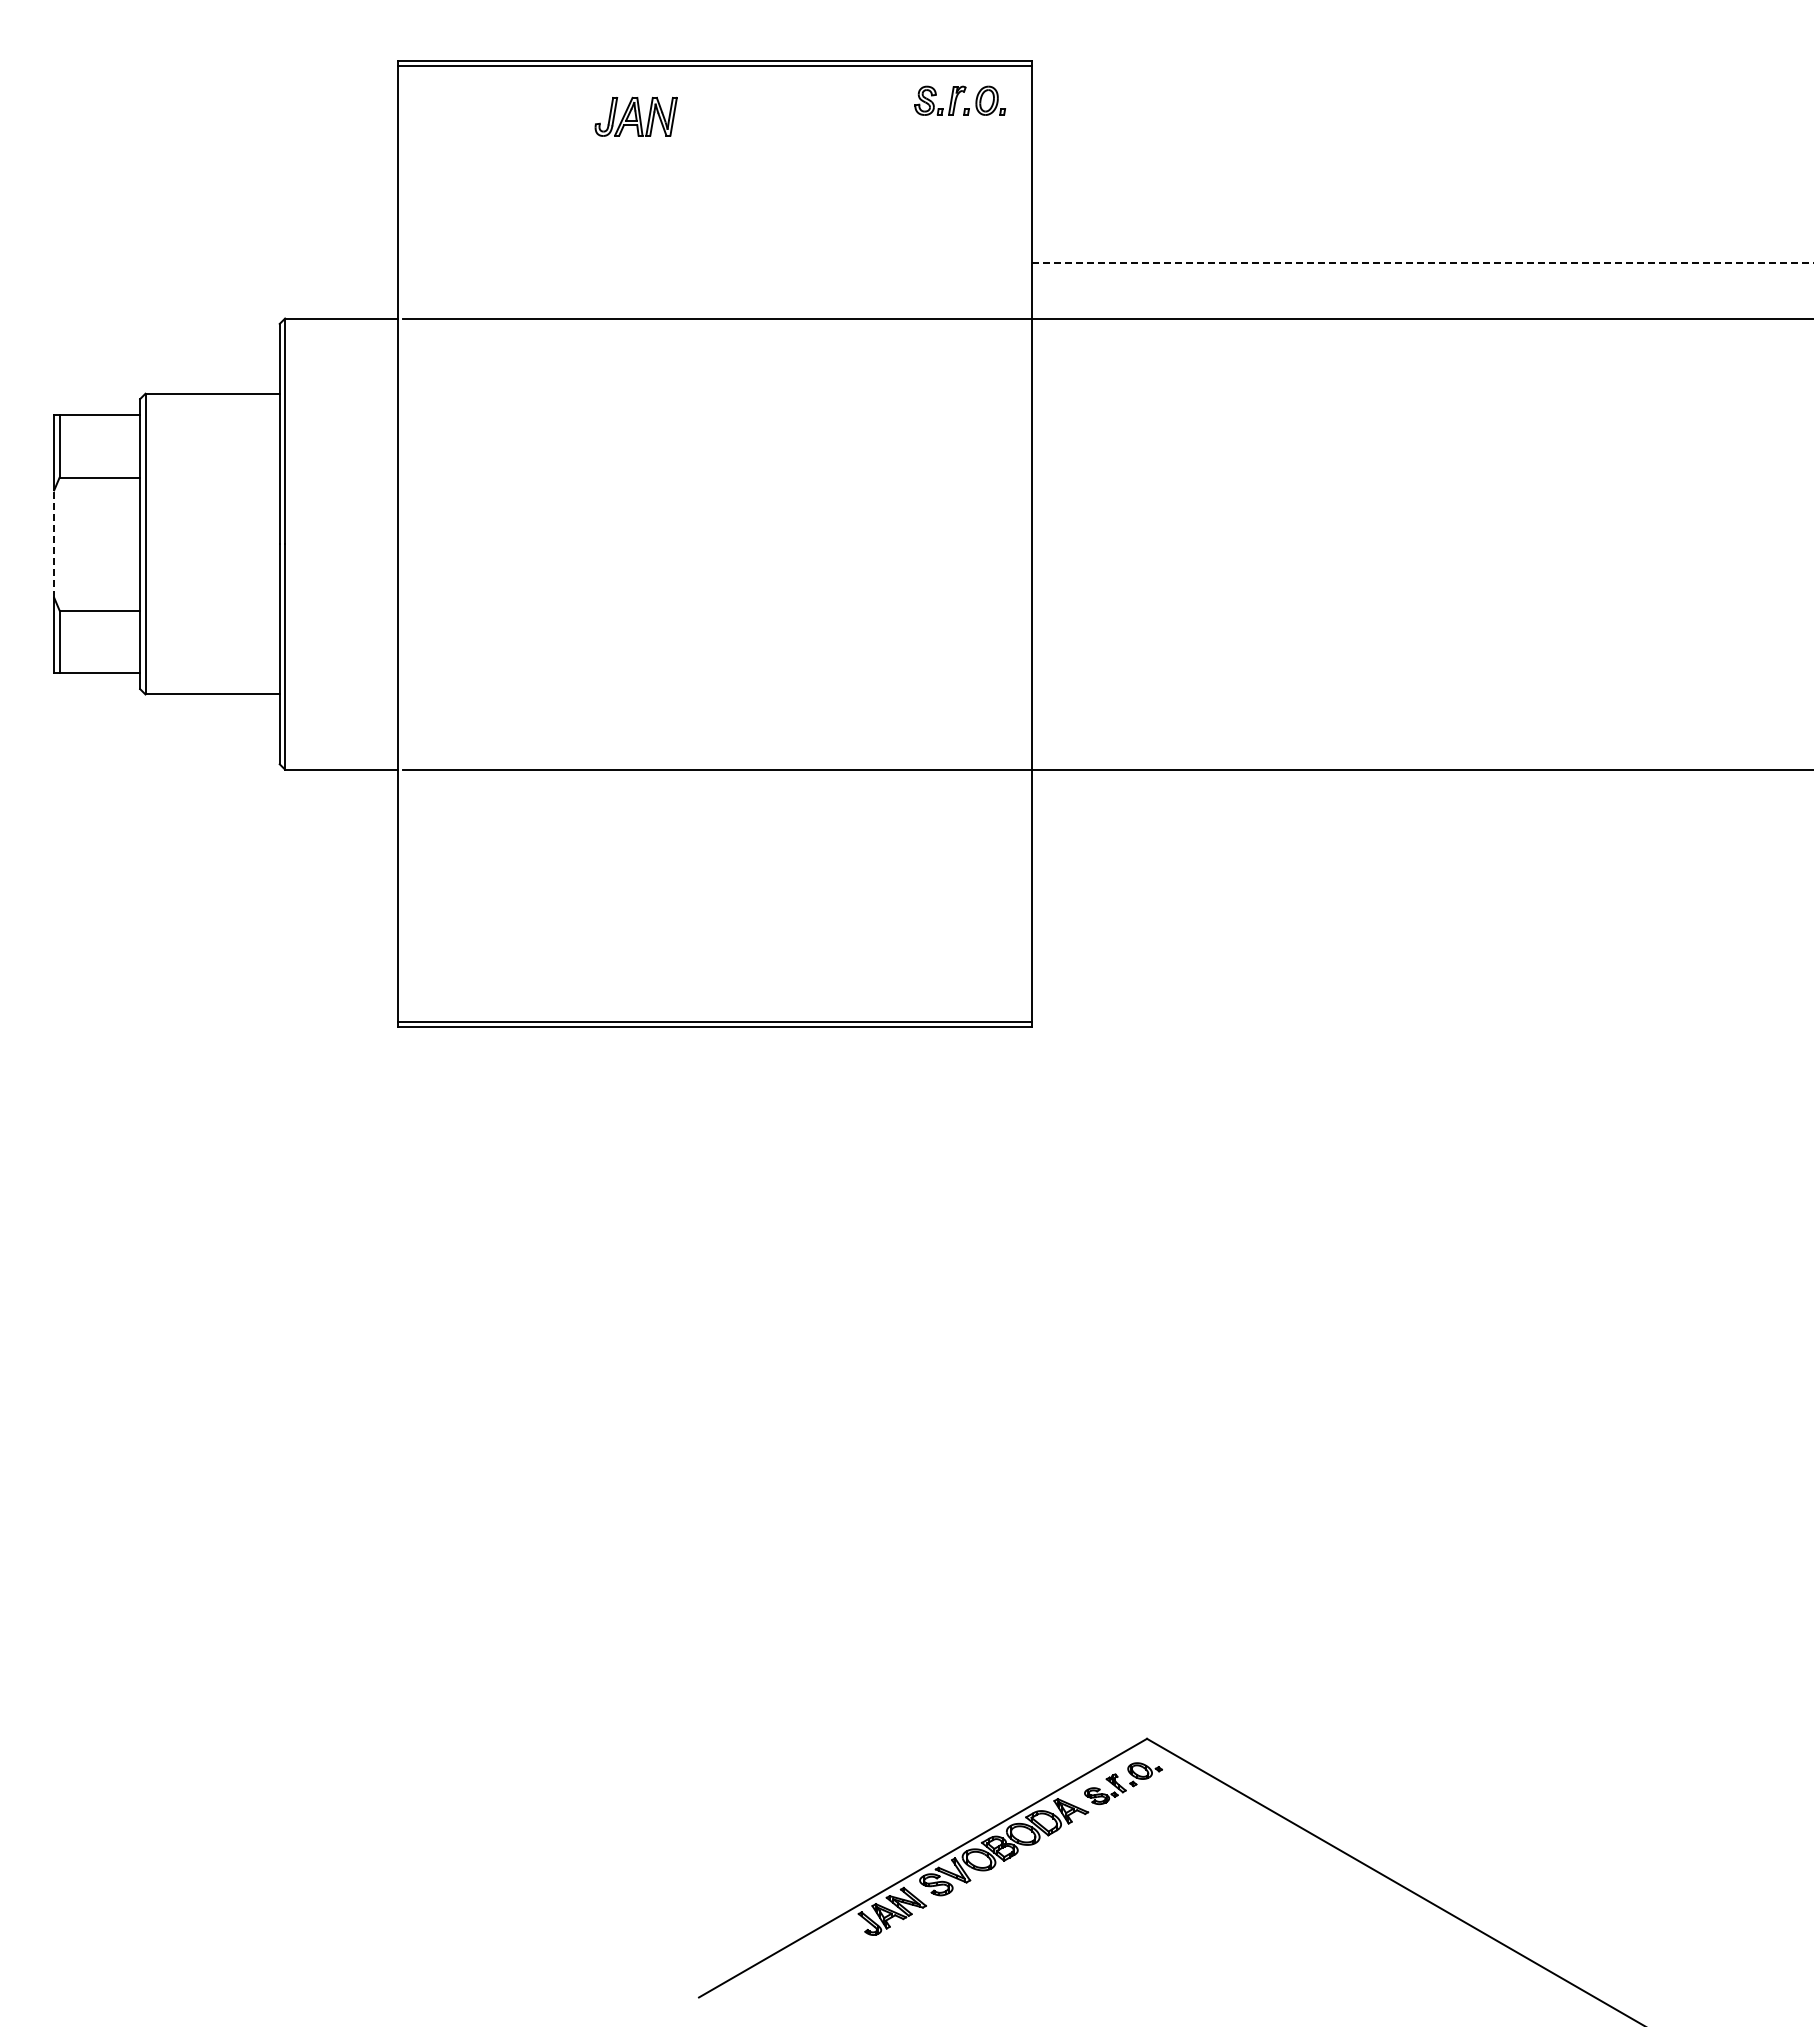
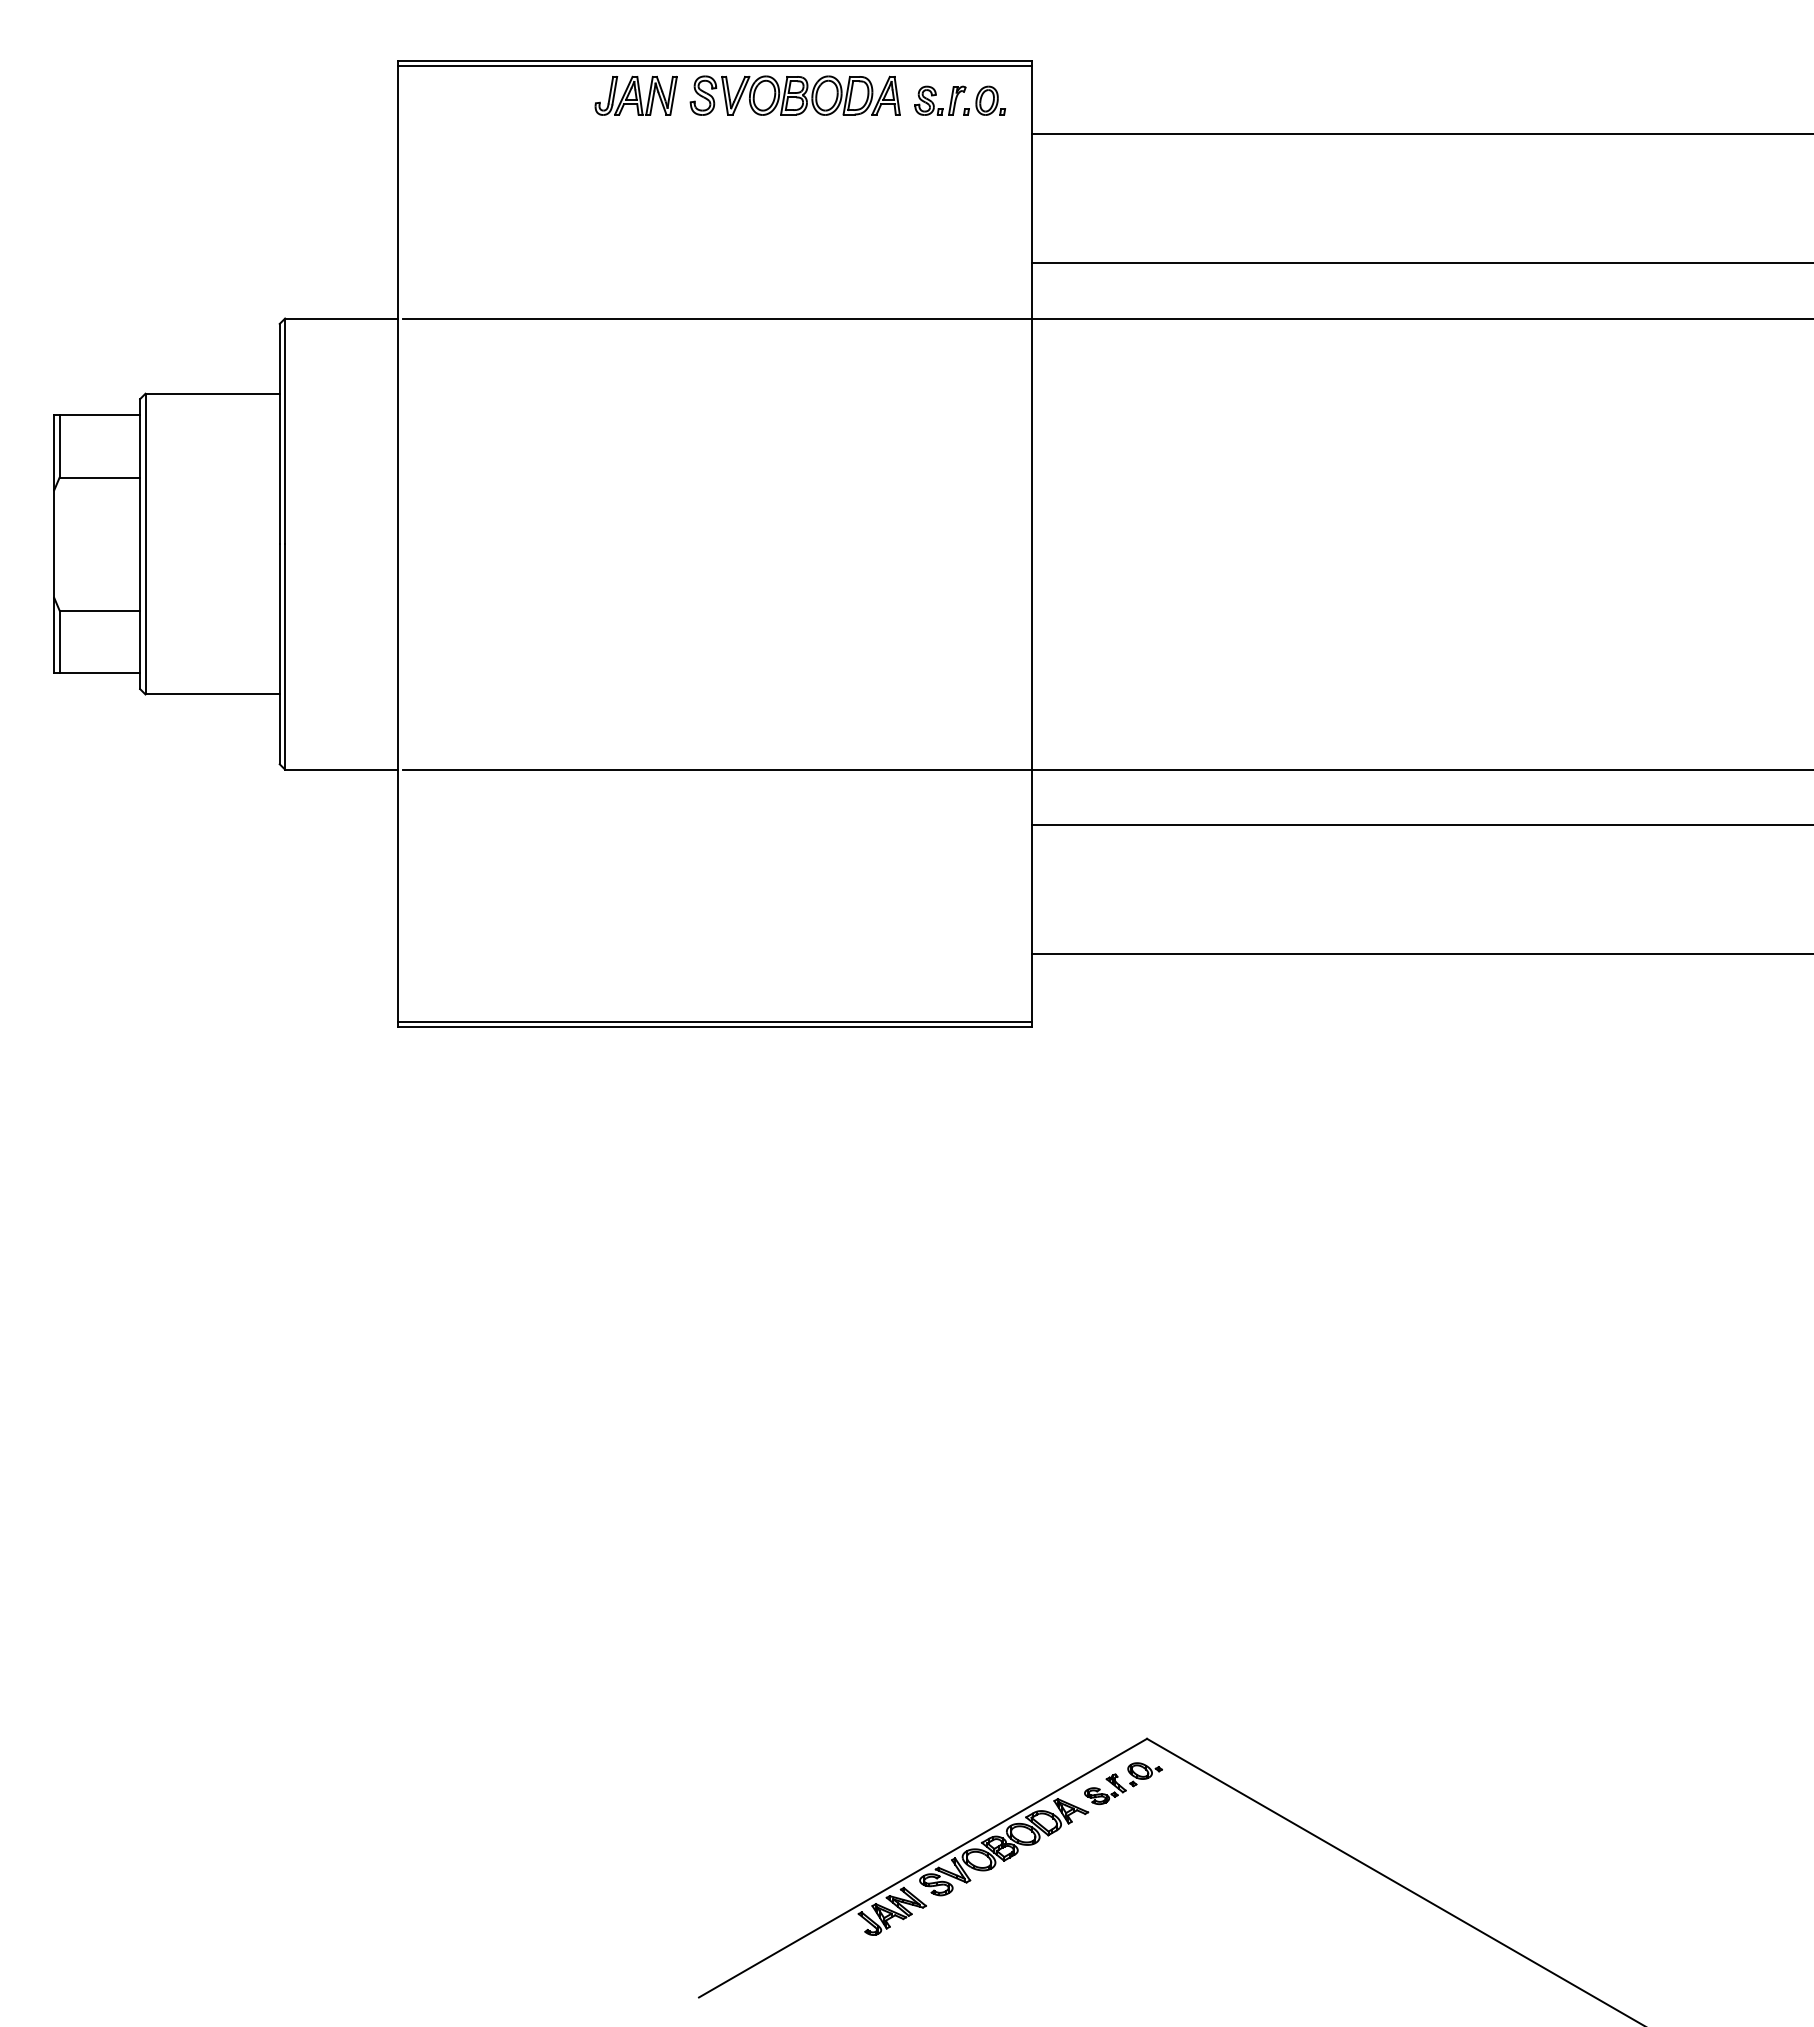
part at (794, 95): none -> present
part at (635, 116) position: (635, 116) -> (635, 95)
line at (1420, 134): none -> present
line at (1422, 263): dashed -> solid
line at (54, 544): dashed -> solid
line at (1420, 824): none -> present
line at (1420, 953): none -> present
